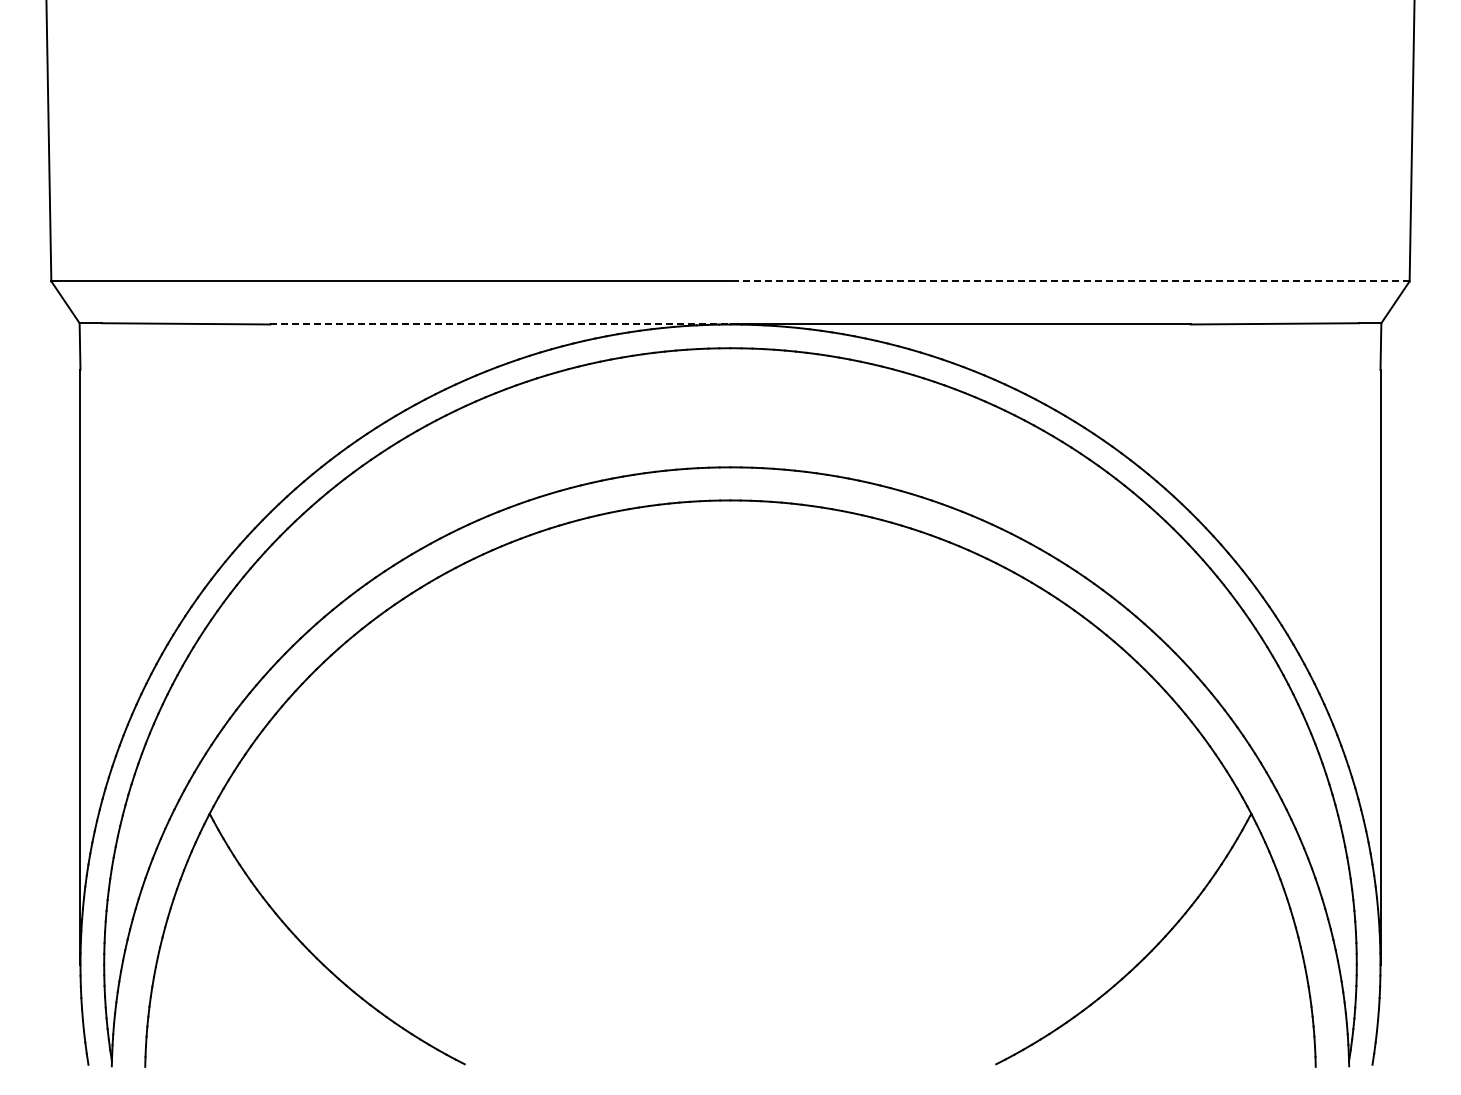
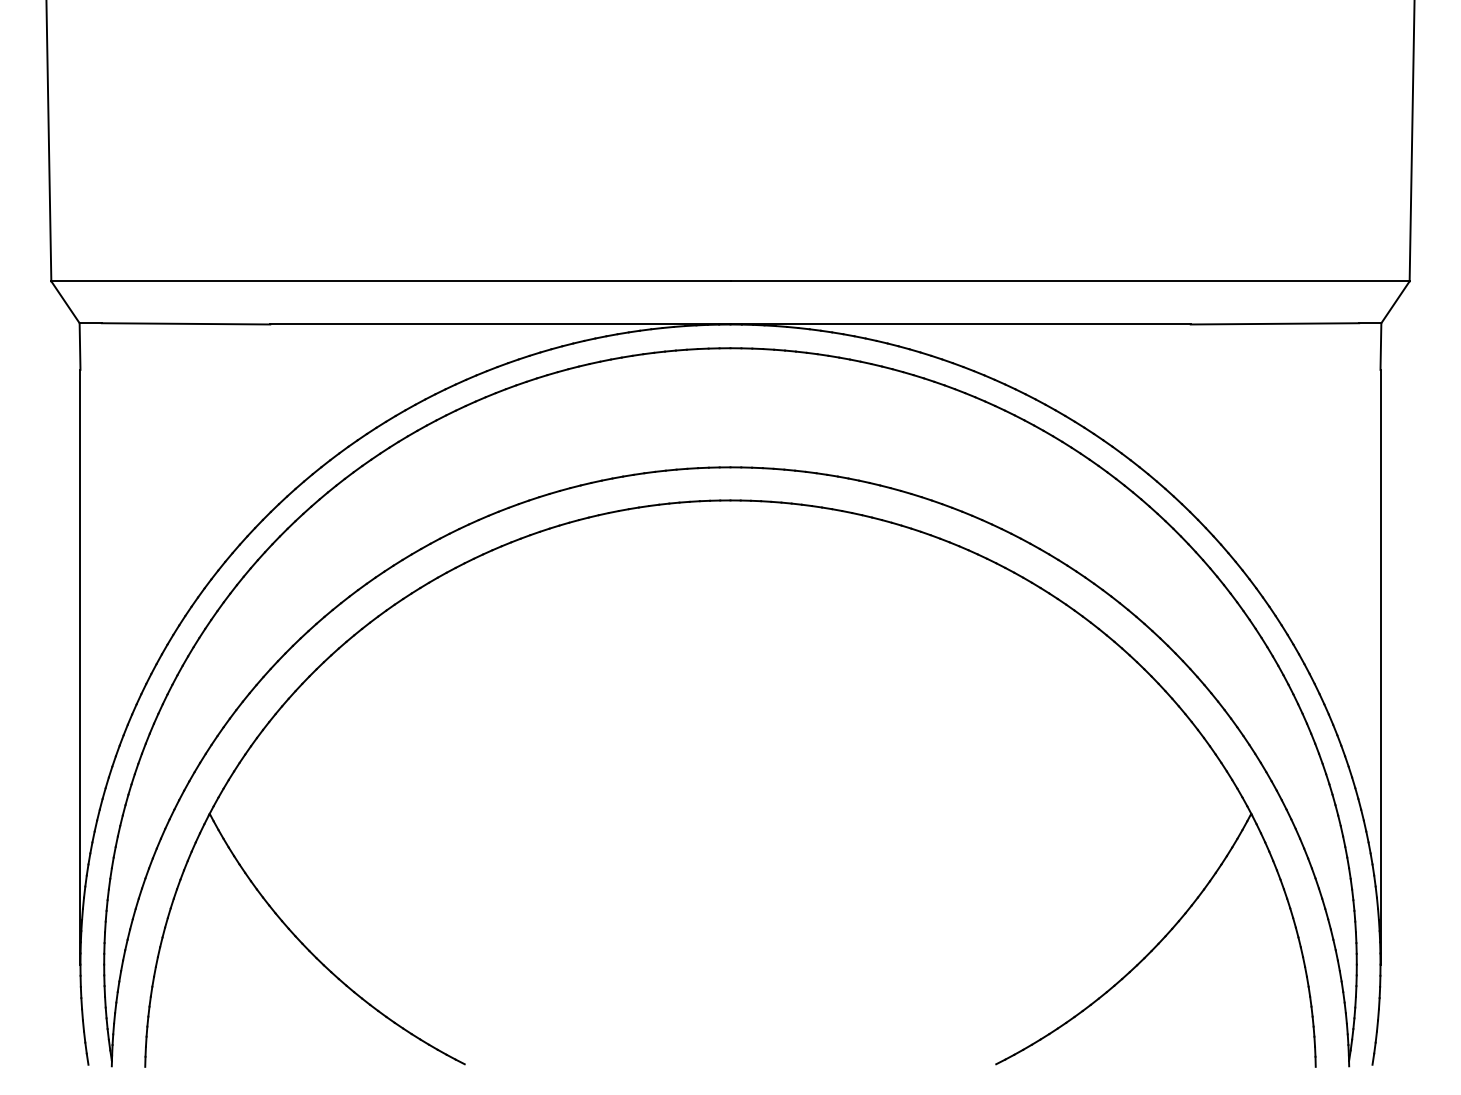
line at (1070, 281): dashed -> solid
line at (500, 324): dashed -> solid
